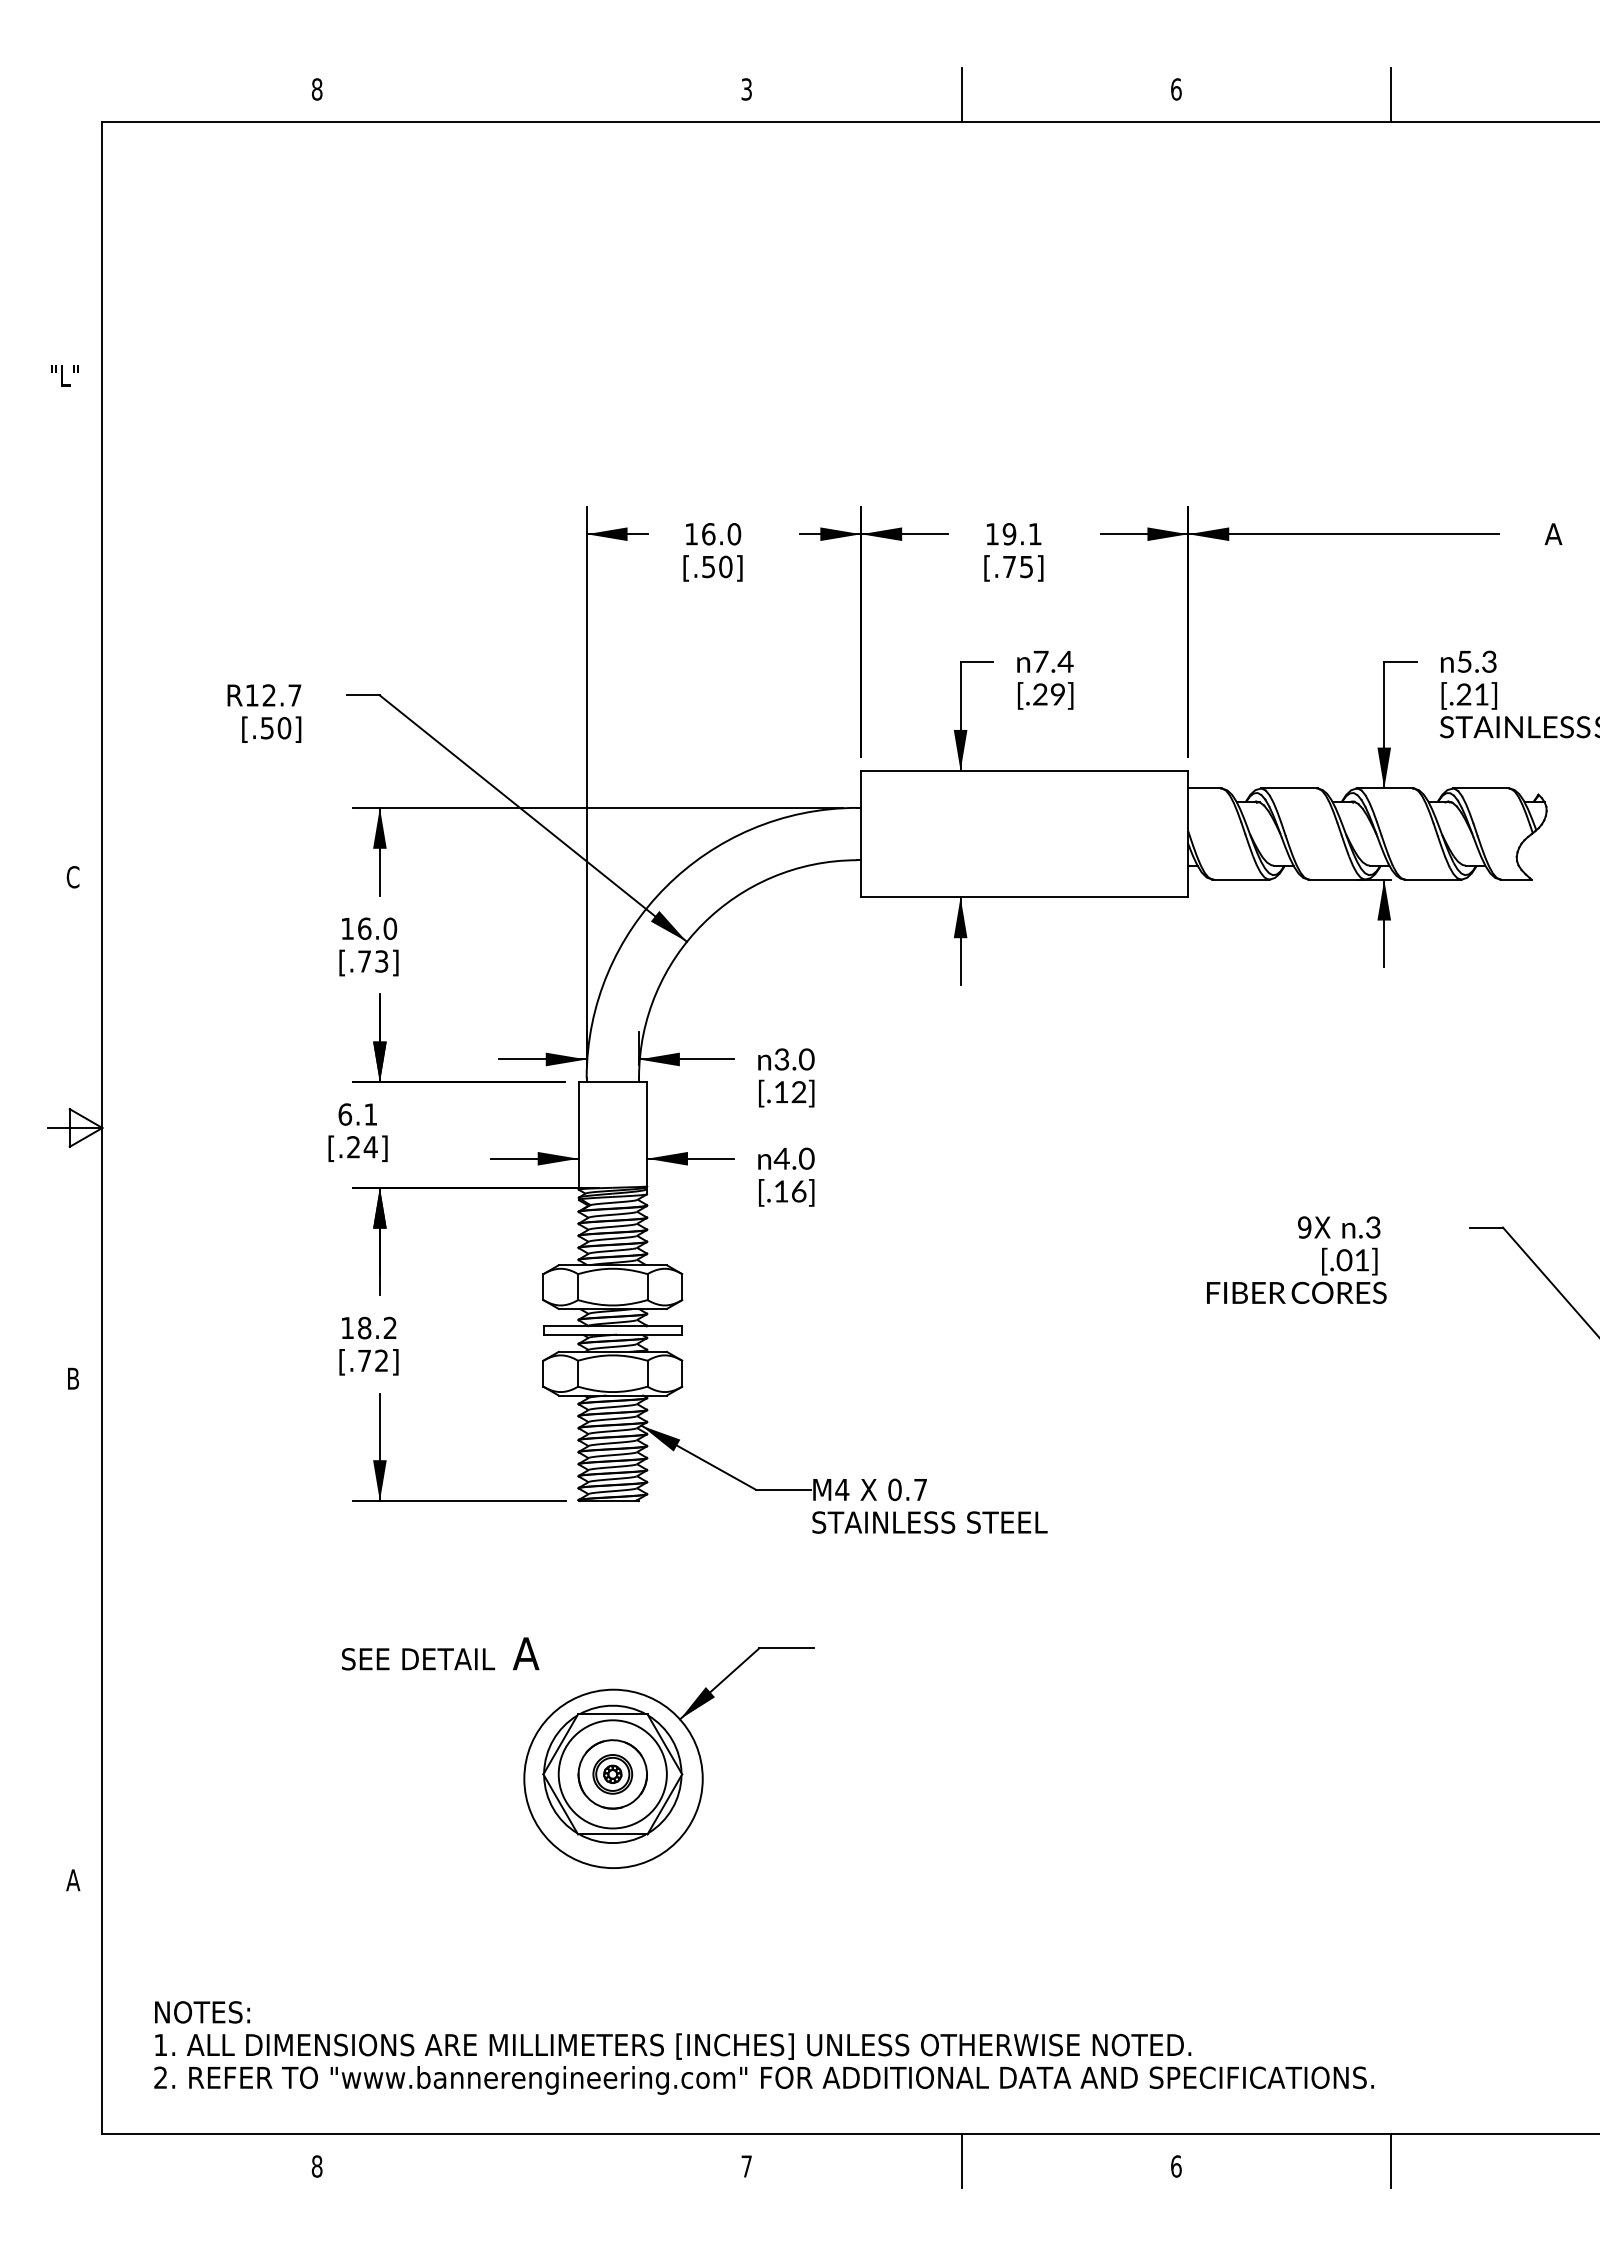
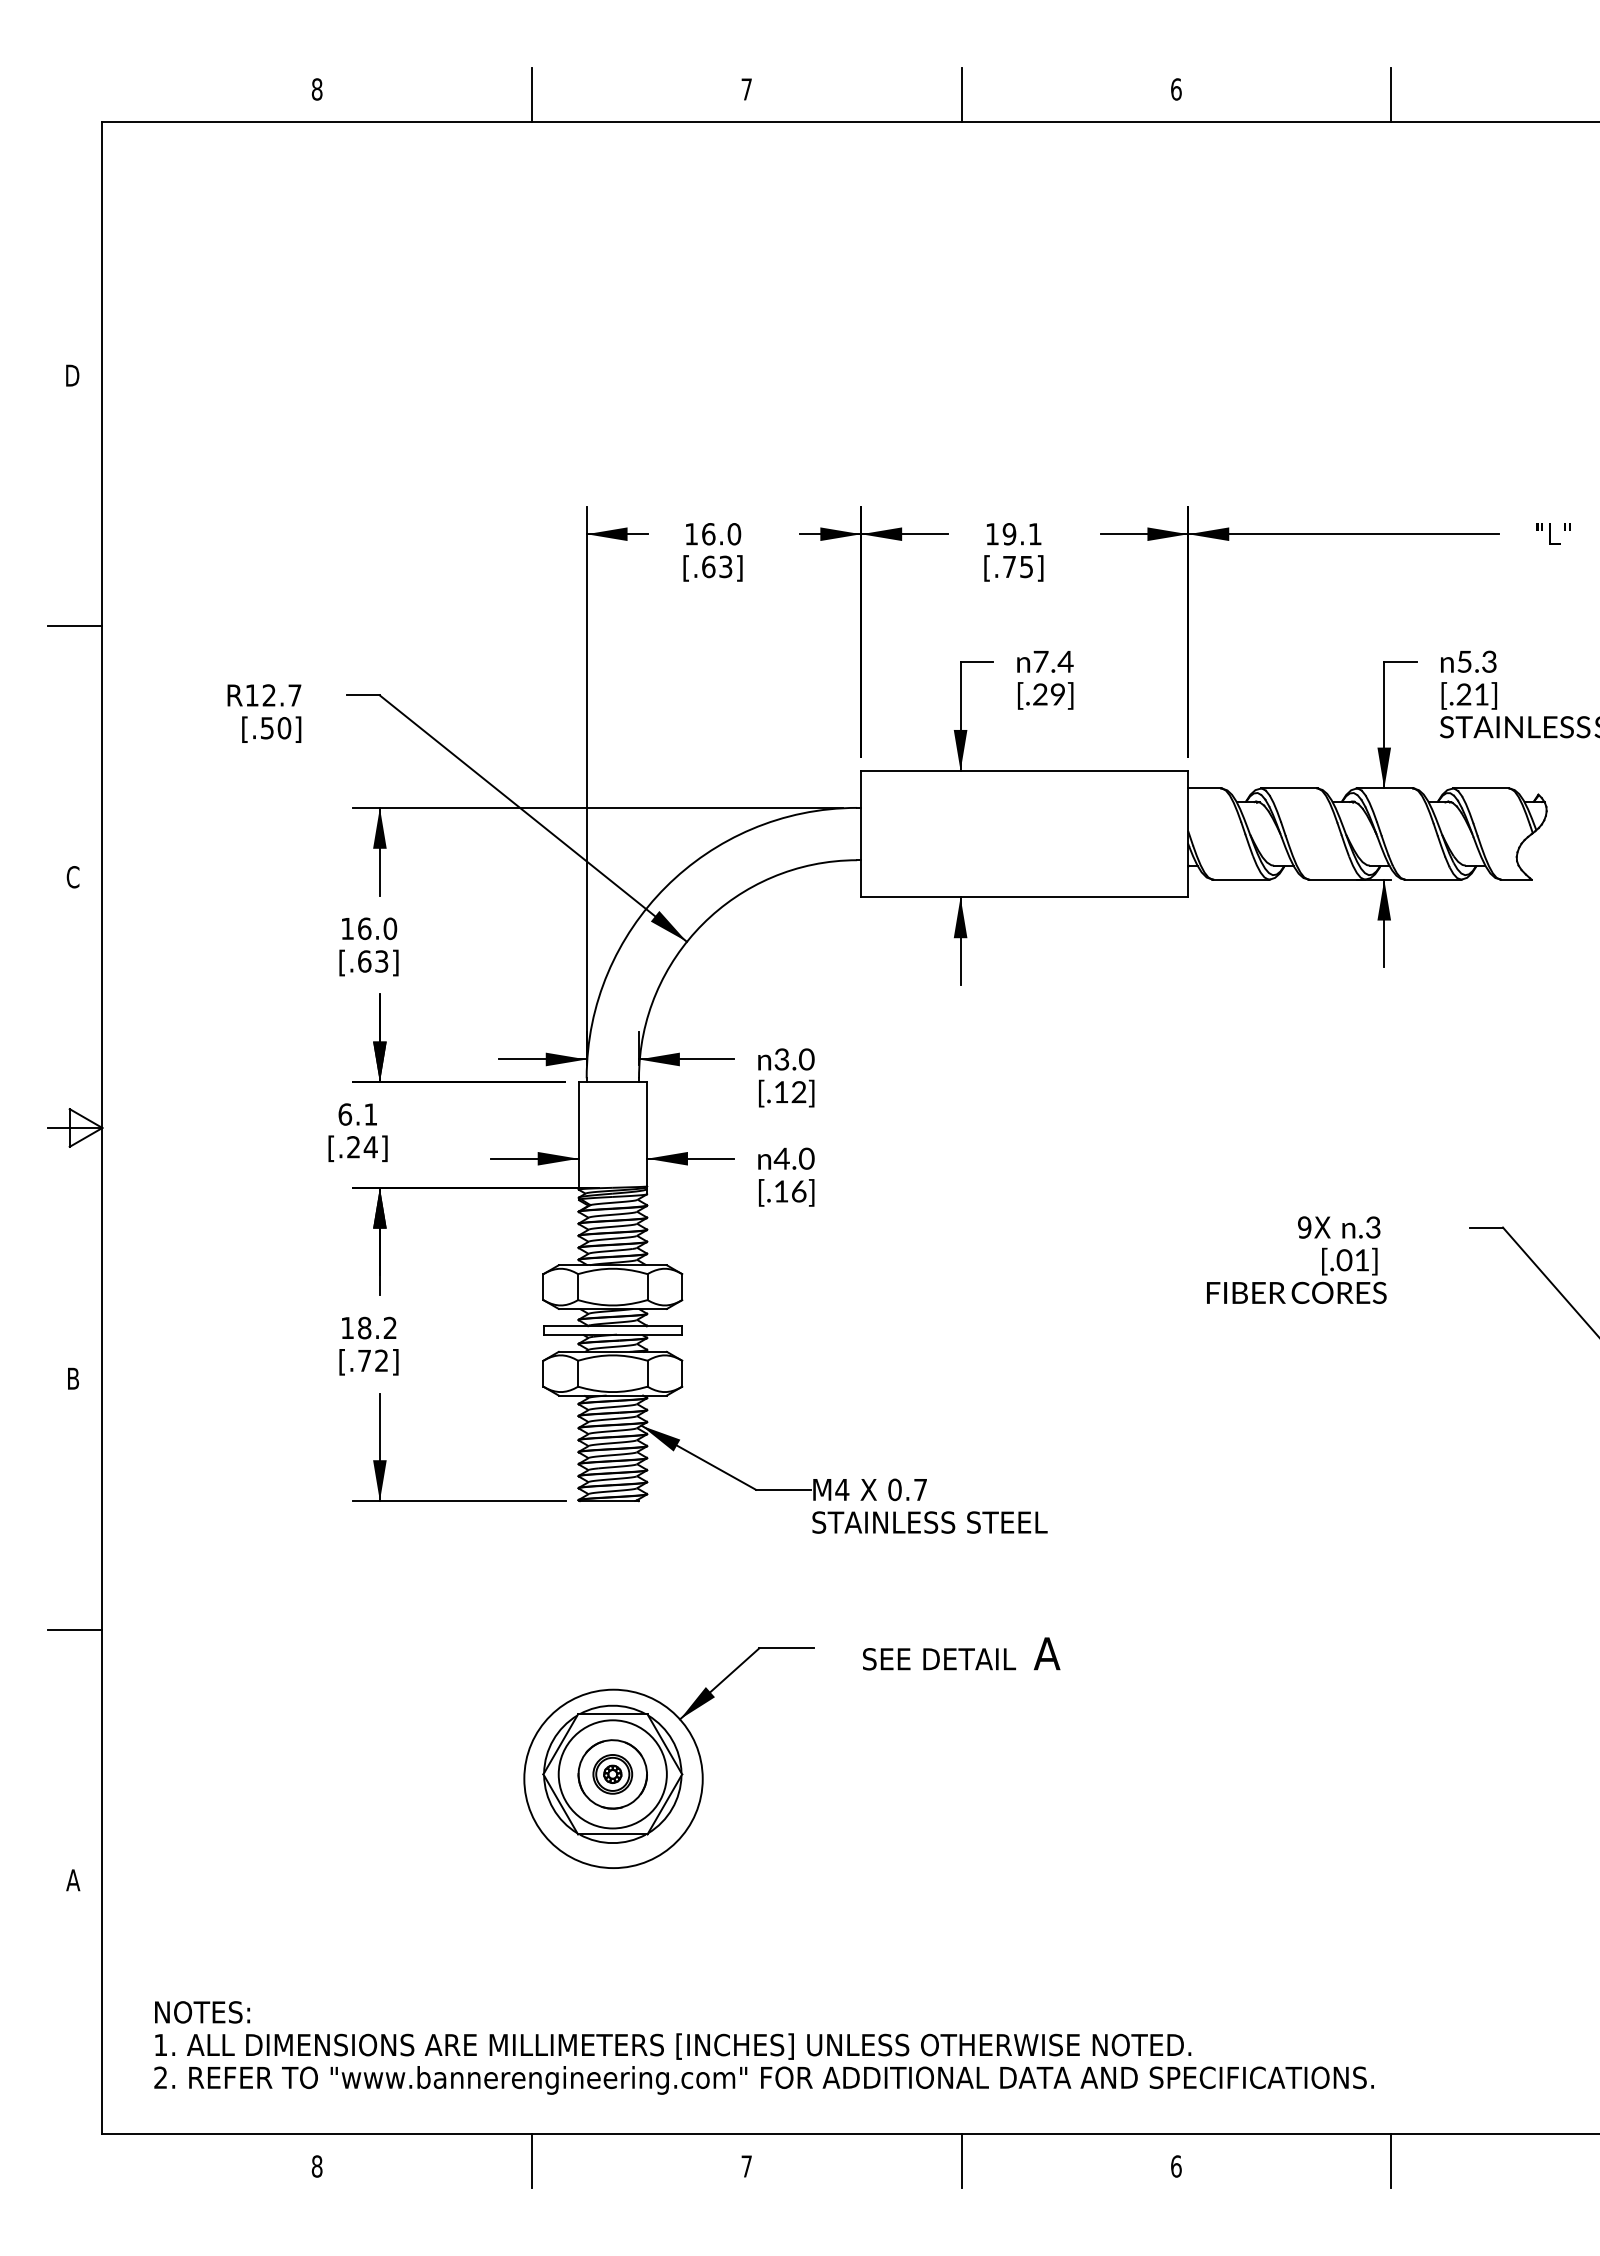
text at (746, 89): 3 -> 7
line at (532, 94): none -> present
text at (65, 375): "L" -> D
text at (1553, 534): A -> "L"
text at (717, 566): [.50] -> [.63]
line at (74, 626): none -> present
text at (364, 961): [.73] -> [.63]
line at (74, 1629): none -> present
text at (440, 1653) position: (440, 1653) -> (961, 1653)
line at (532, 2160): none -> present
